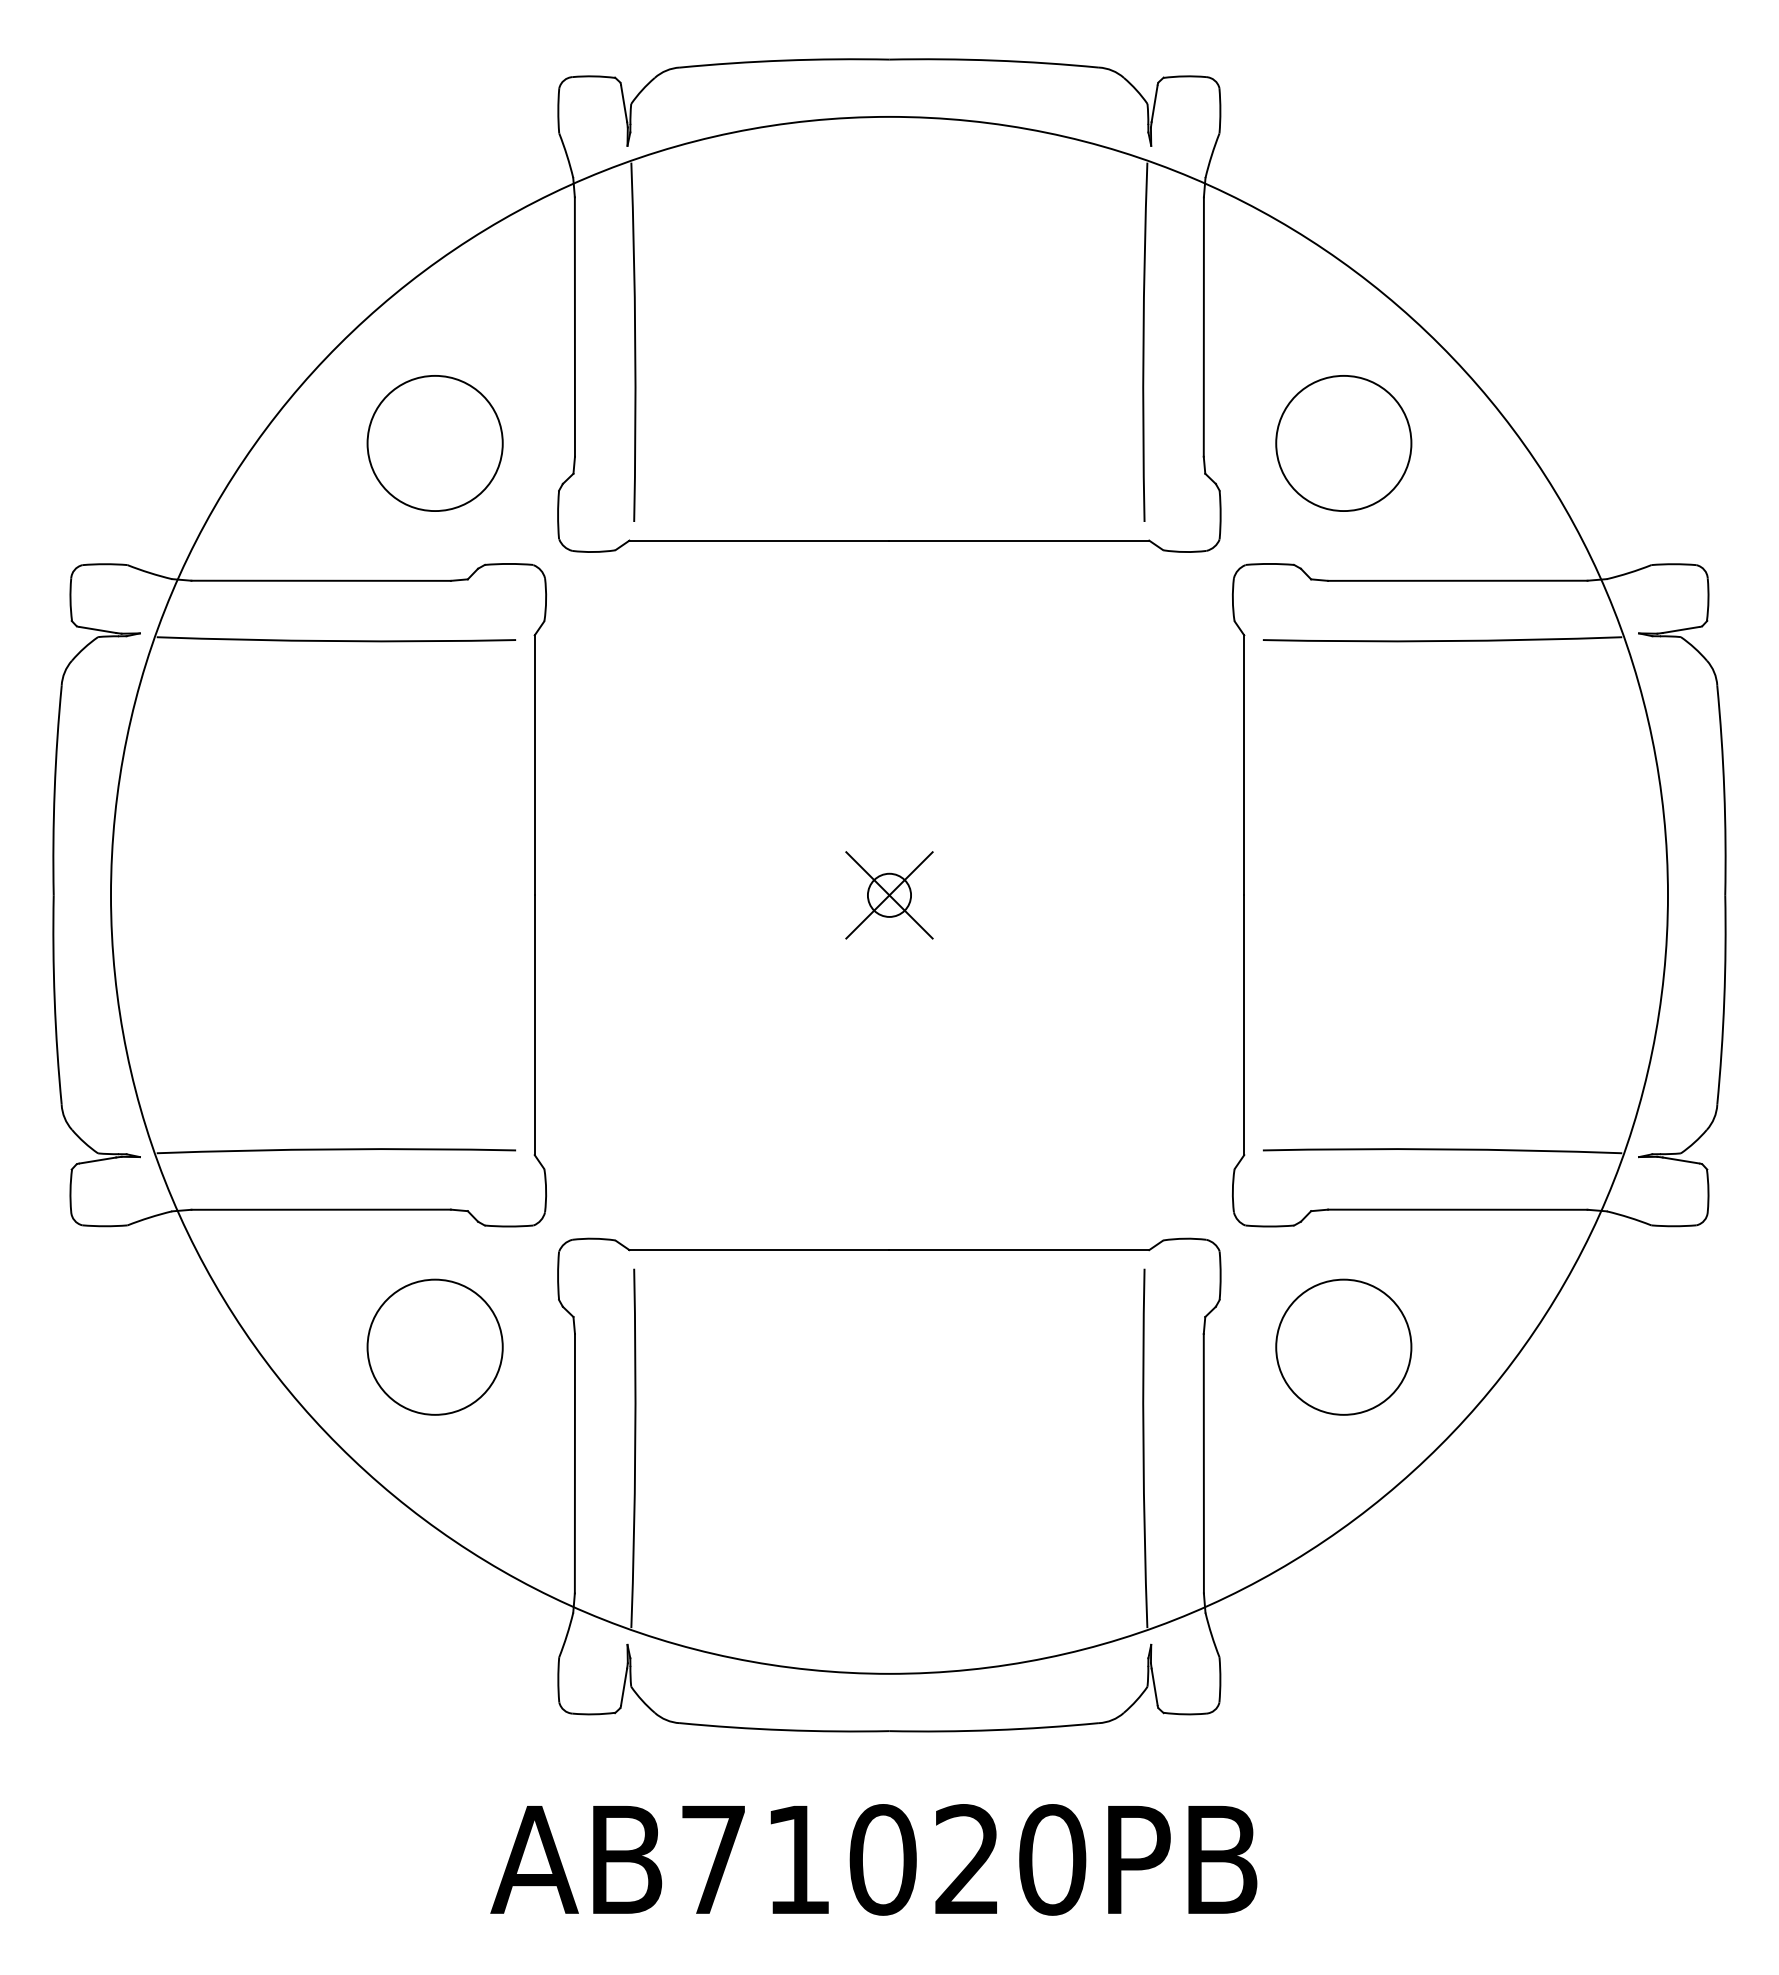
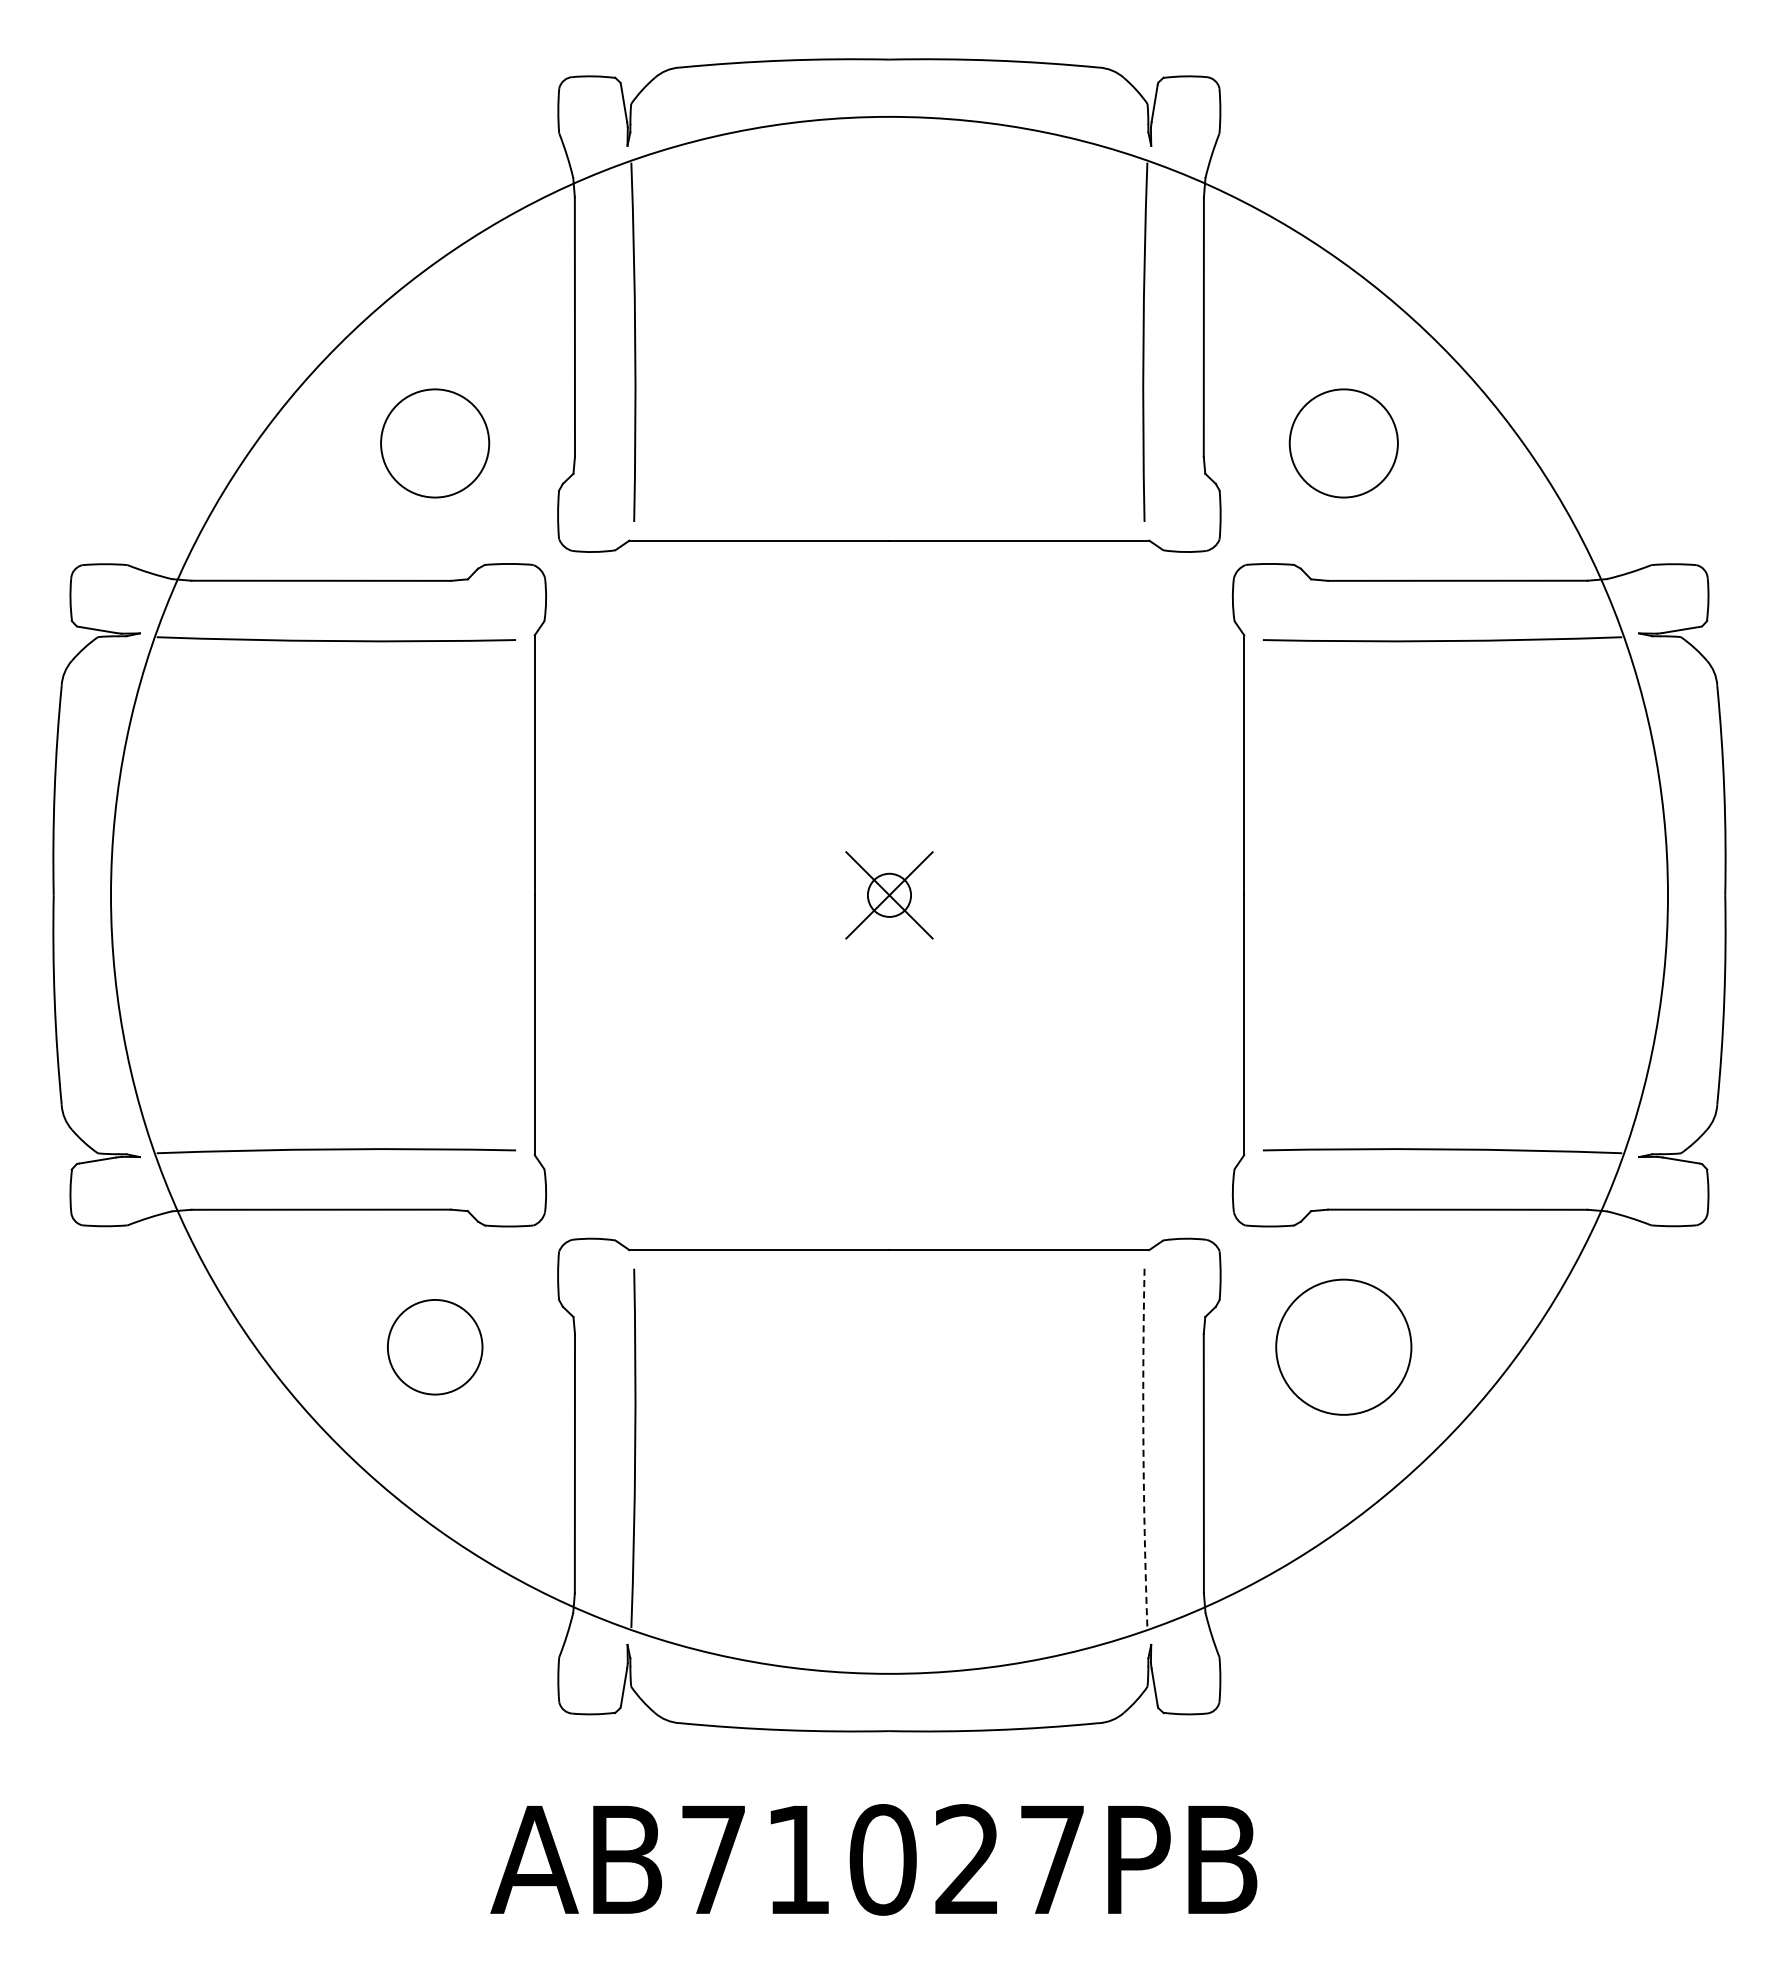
circle at (434, 443) size: 138x137 px -> 111x111 px
circle at (1343, 443) size: 138x137 px -> 111x111 px
circle at (434, 1346) diameter: 135 px -> 95 px
arc at (1143, 1448): solid -> dashed
text at (1052, 1859): AB71020PB -> AB71027PB
